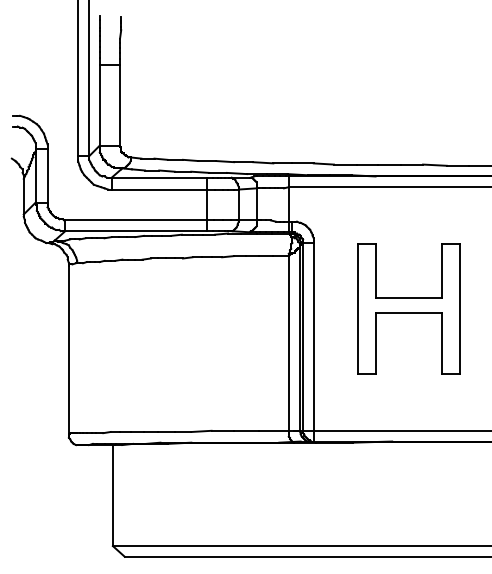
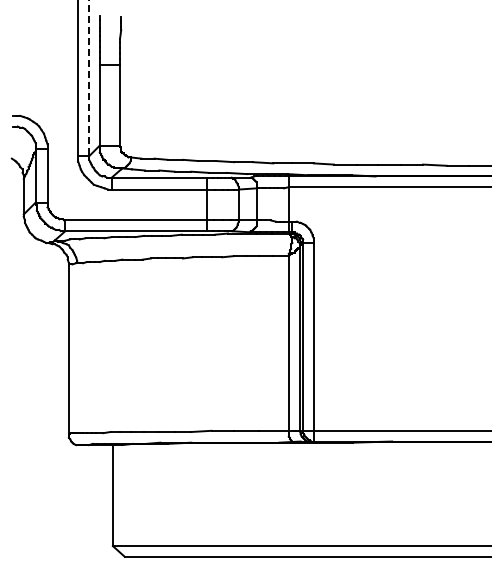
line at (89, 78): solid -> dashed
part at (408, 308): present -> none
